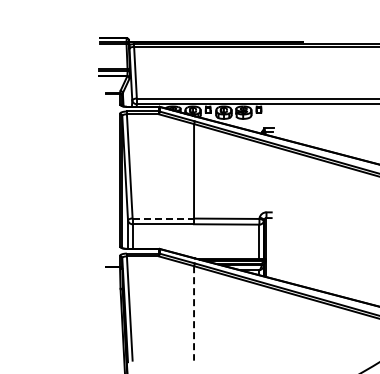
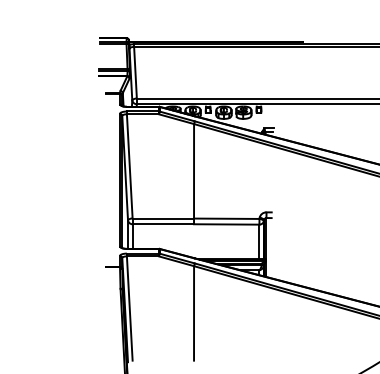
line at (163, 218): dashed -> solid
line at (194, 313): dashed -> solid
